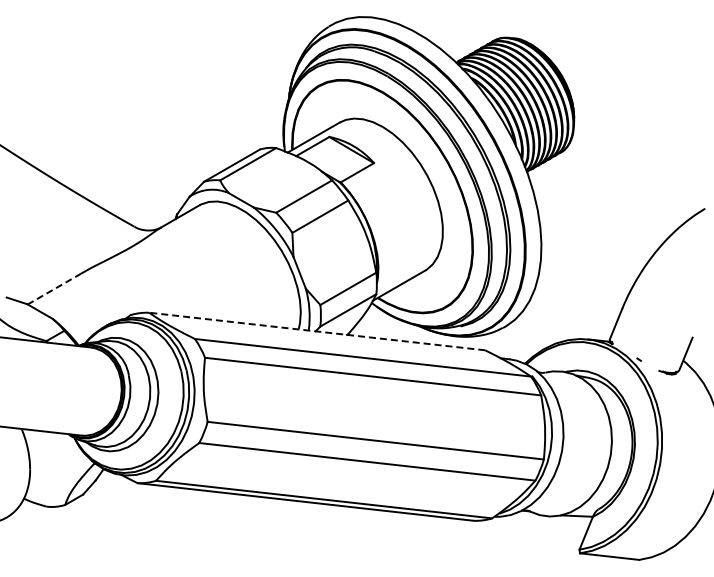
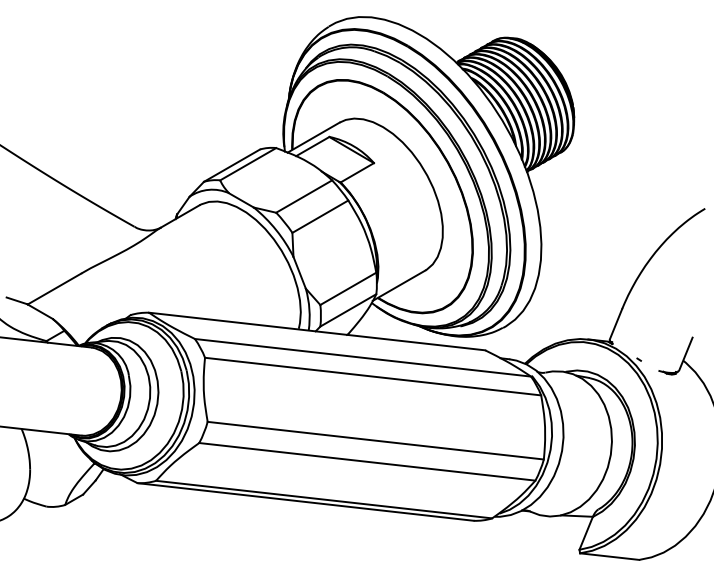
line at (54, 289): dashed -> solid
line at (316, 331): dashed -> solid
